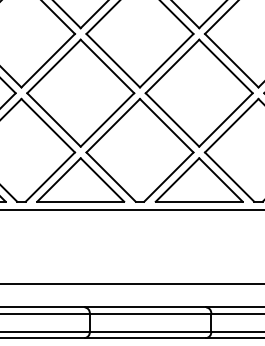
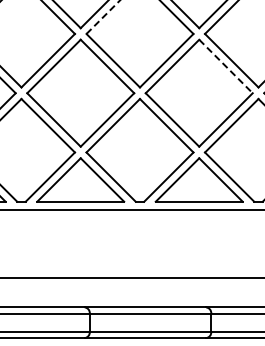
line at (103, 17): solid -> dashed
line at (225, 66): solid -> dashed
line at (131, 283) position: (131, 283) -> (131, 277)
